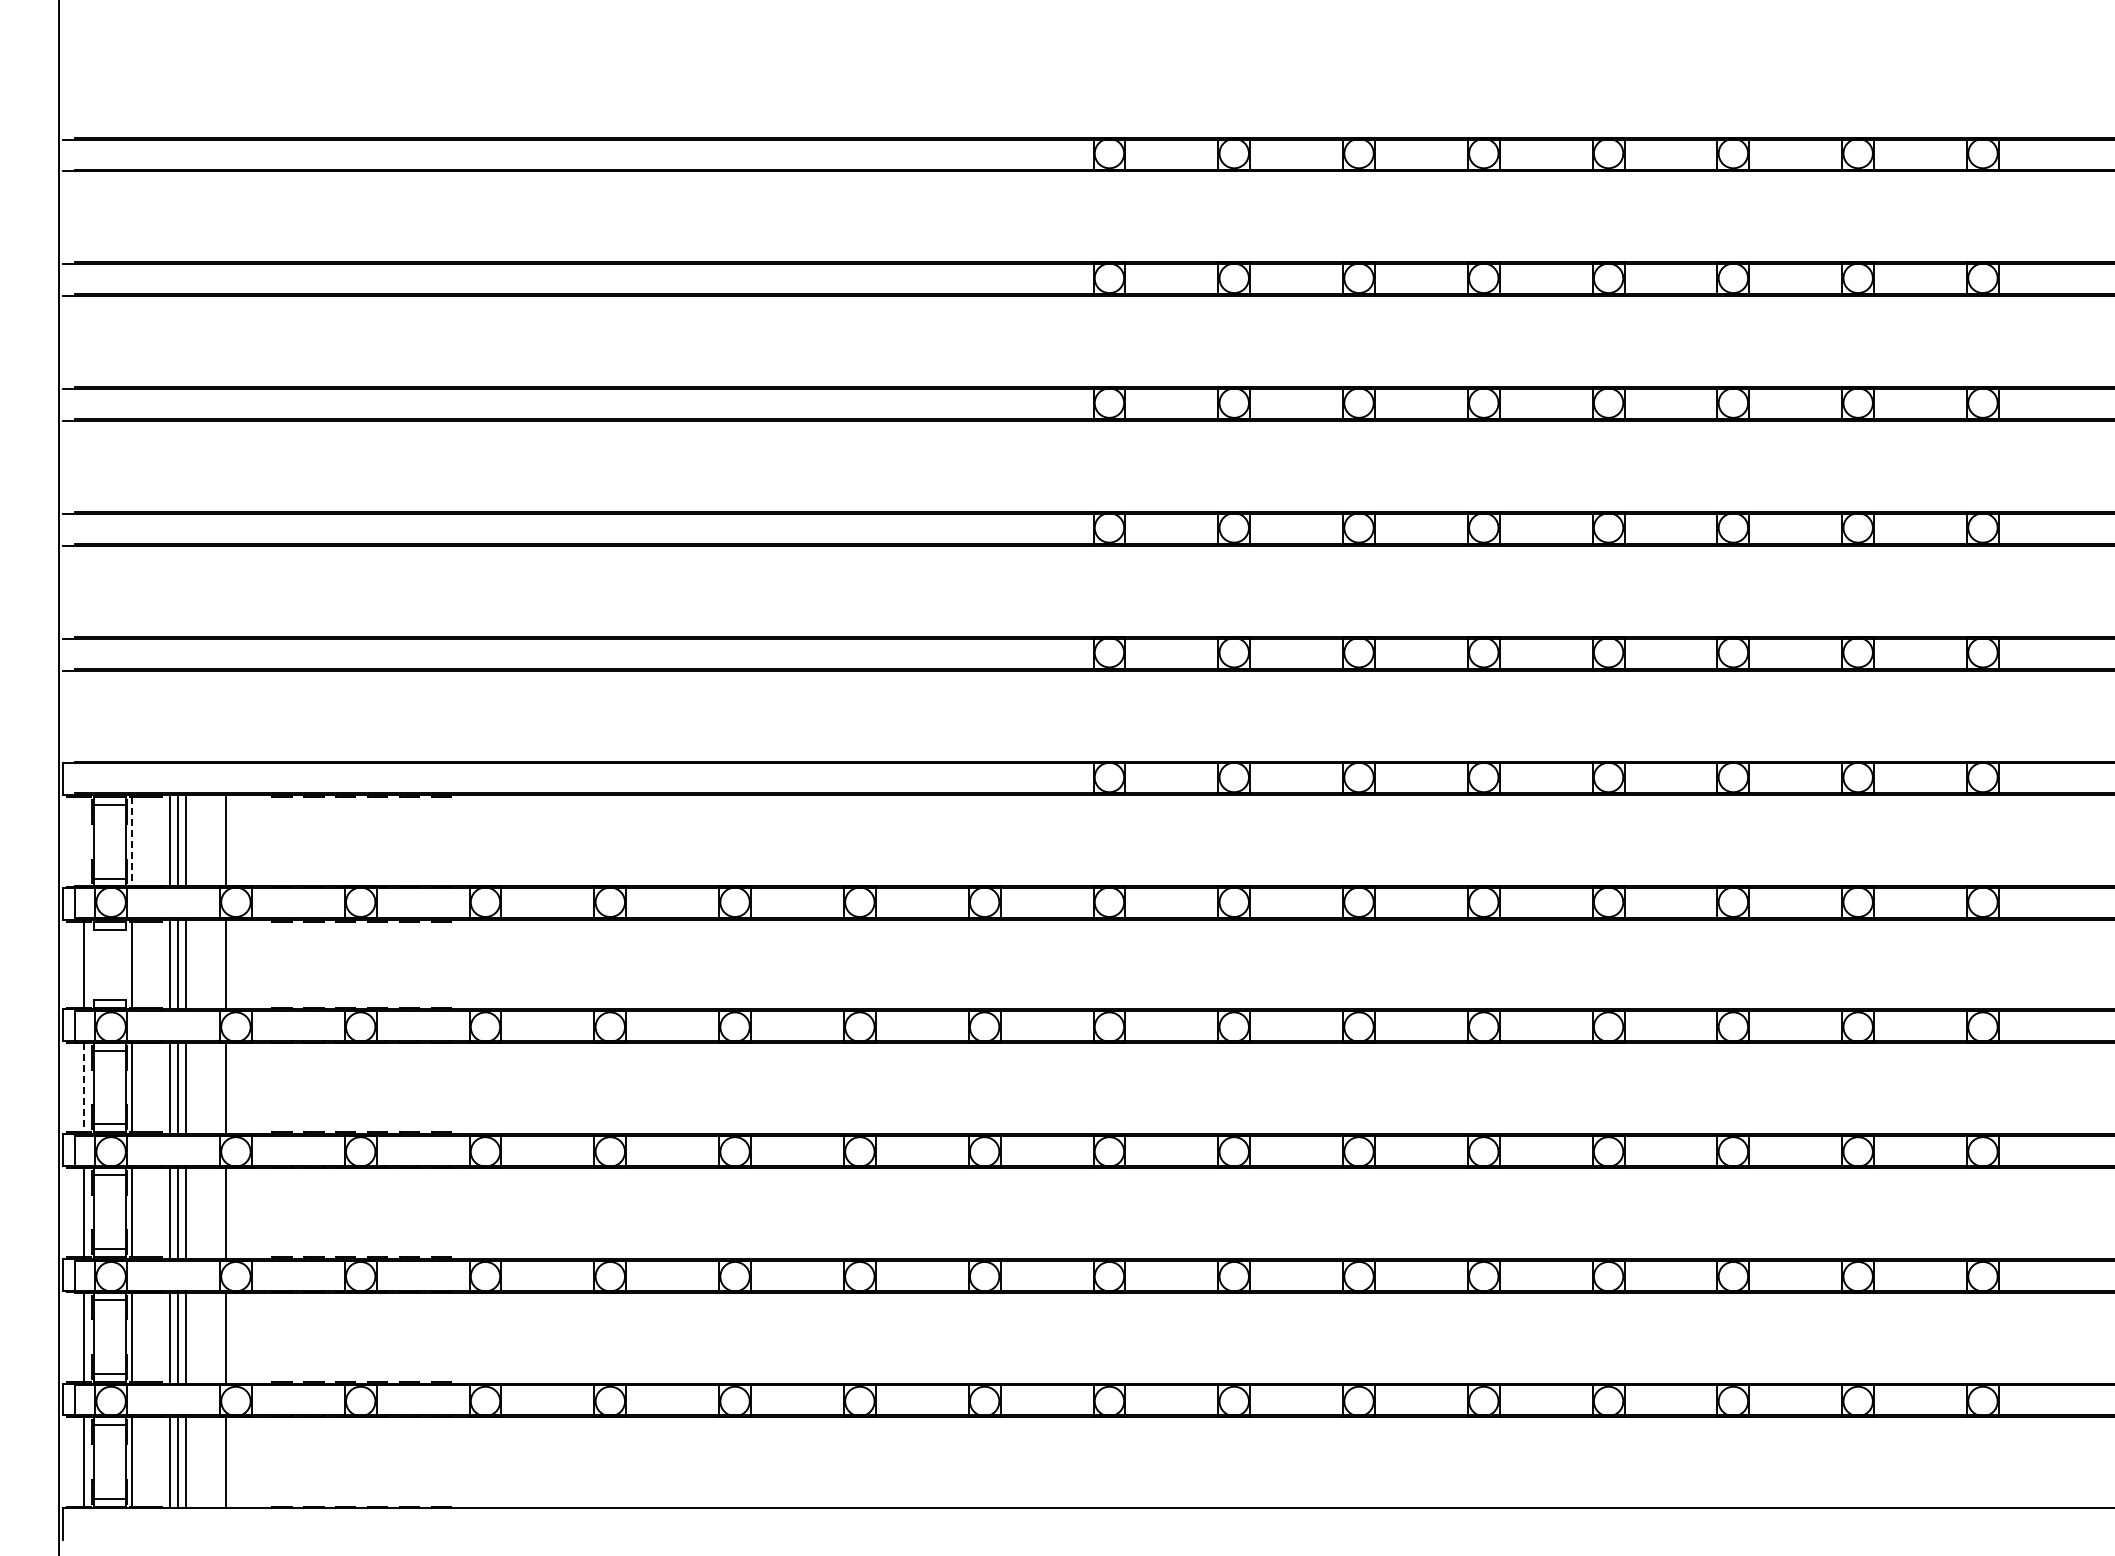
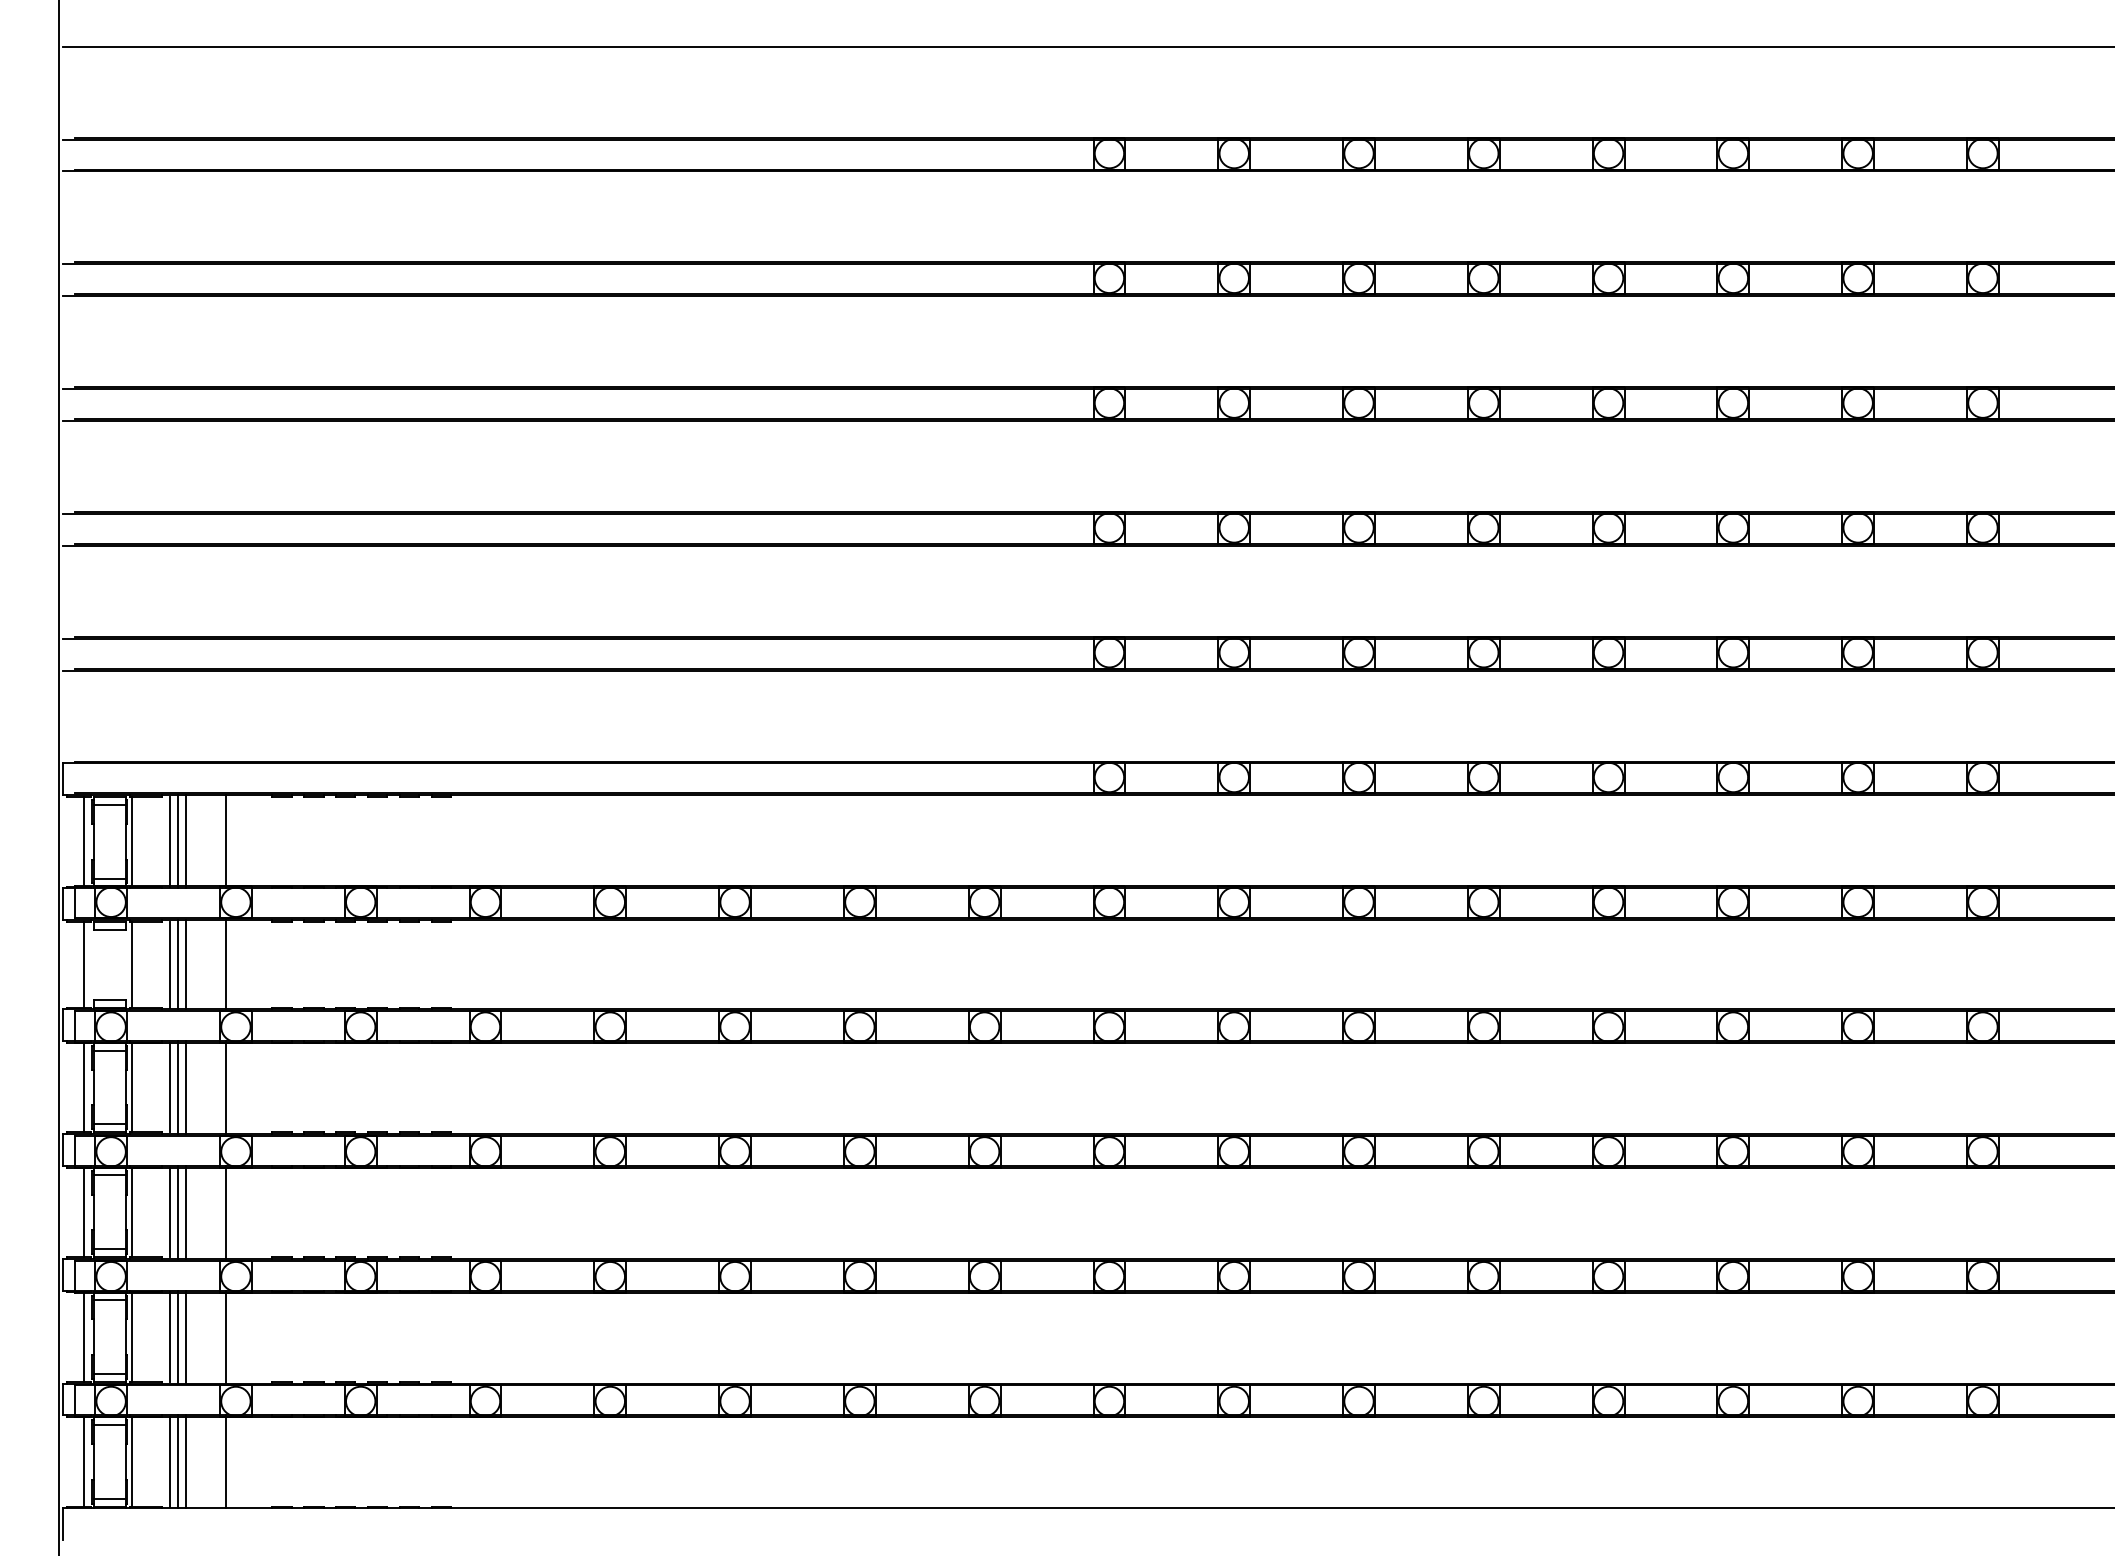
line at (1087, 46): none -> present
line at (84, 841): none -> present
line at (131, 841): dashed -> solid
line at (84, 1087): dashed -> solid
